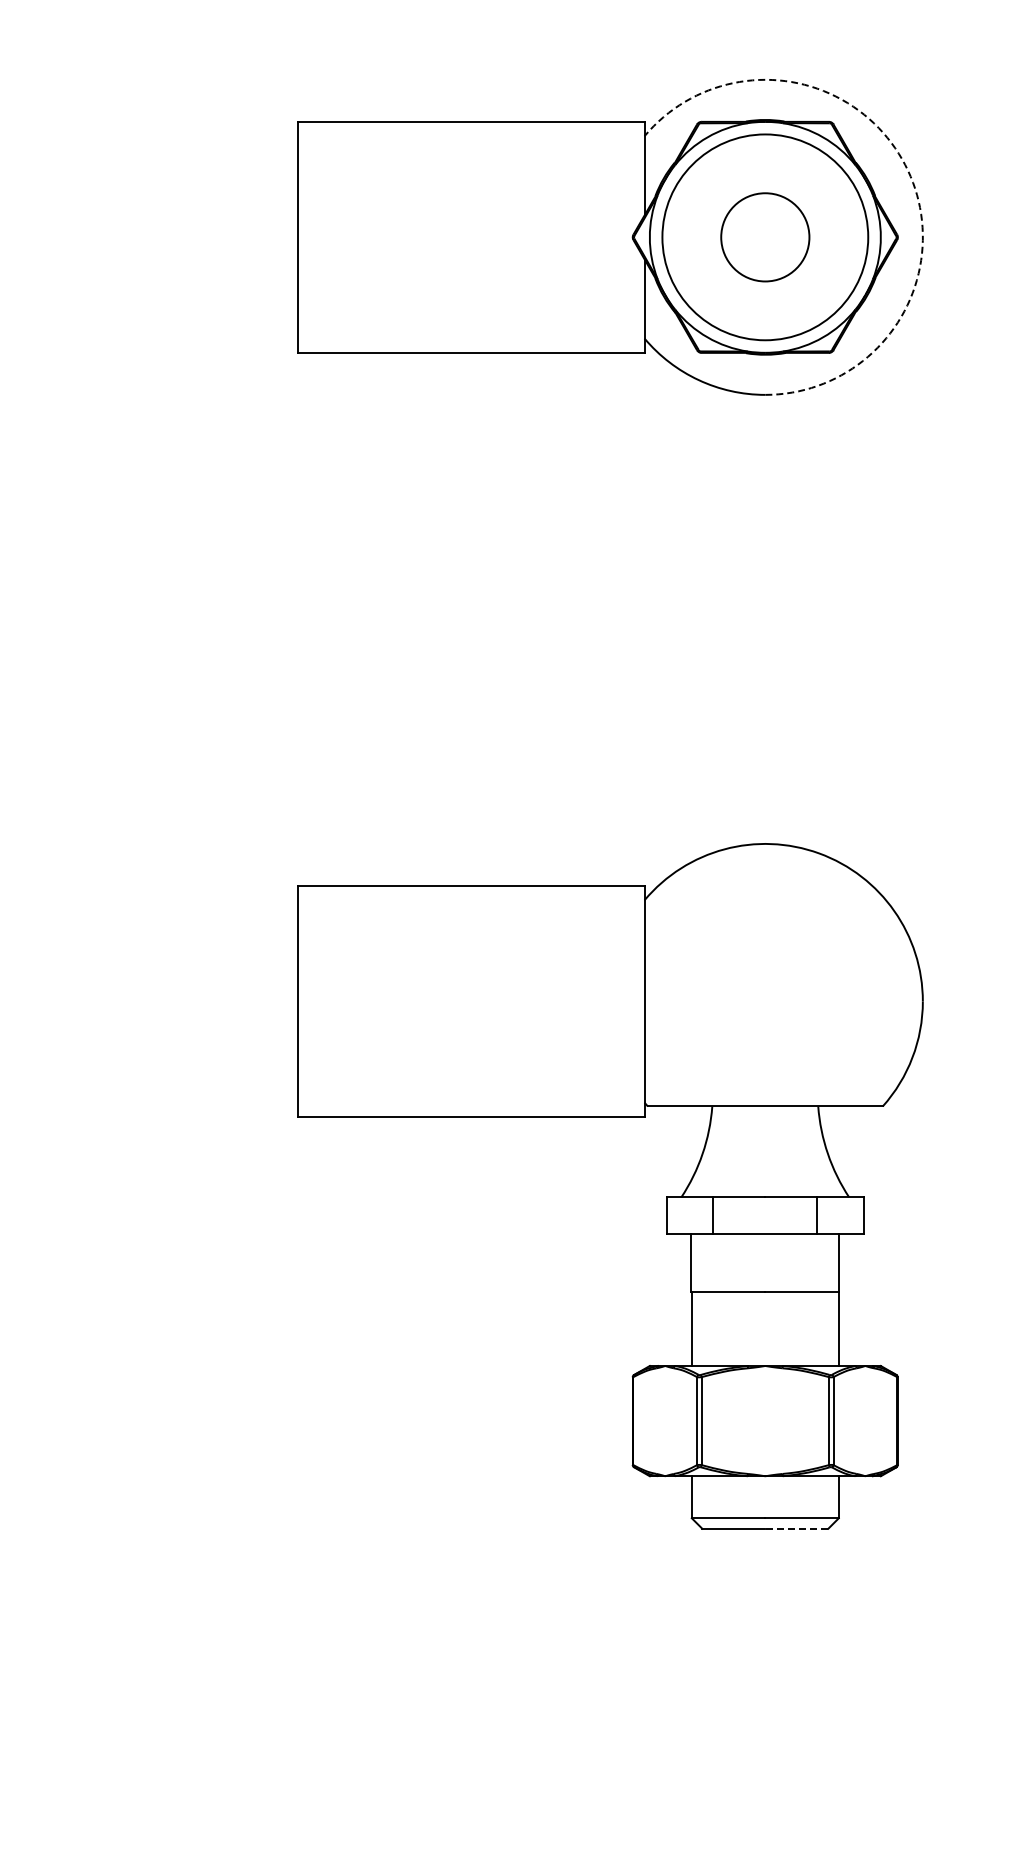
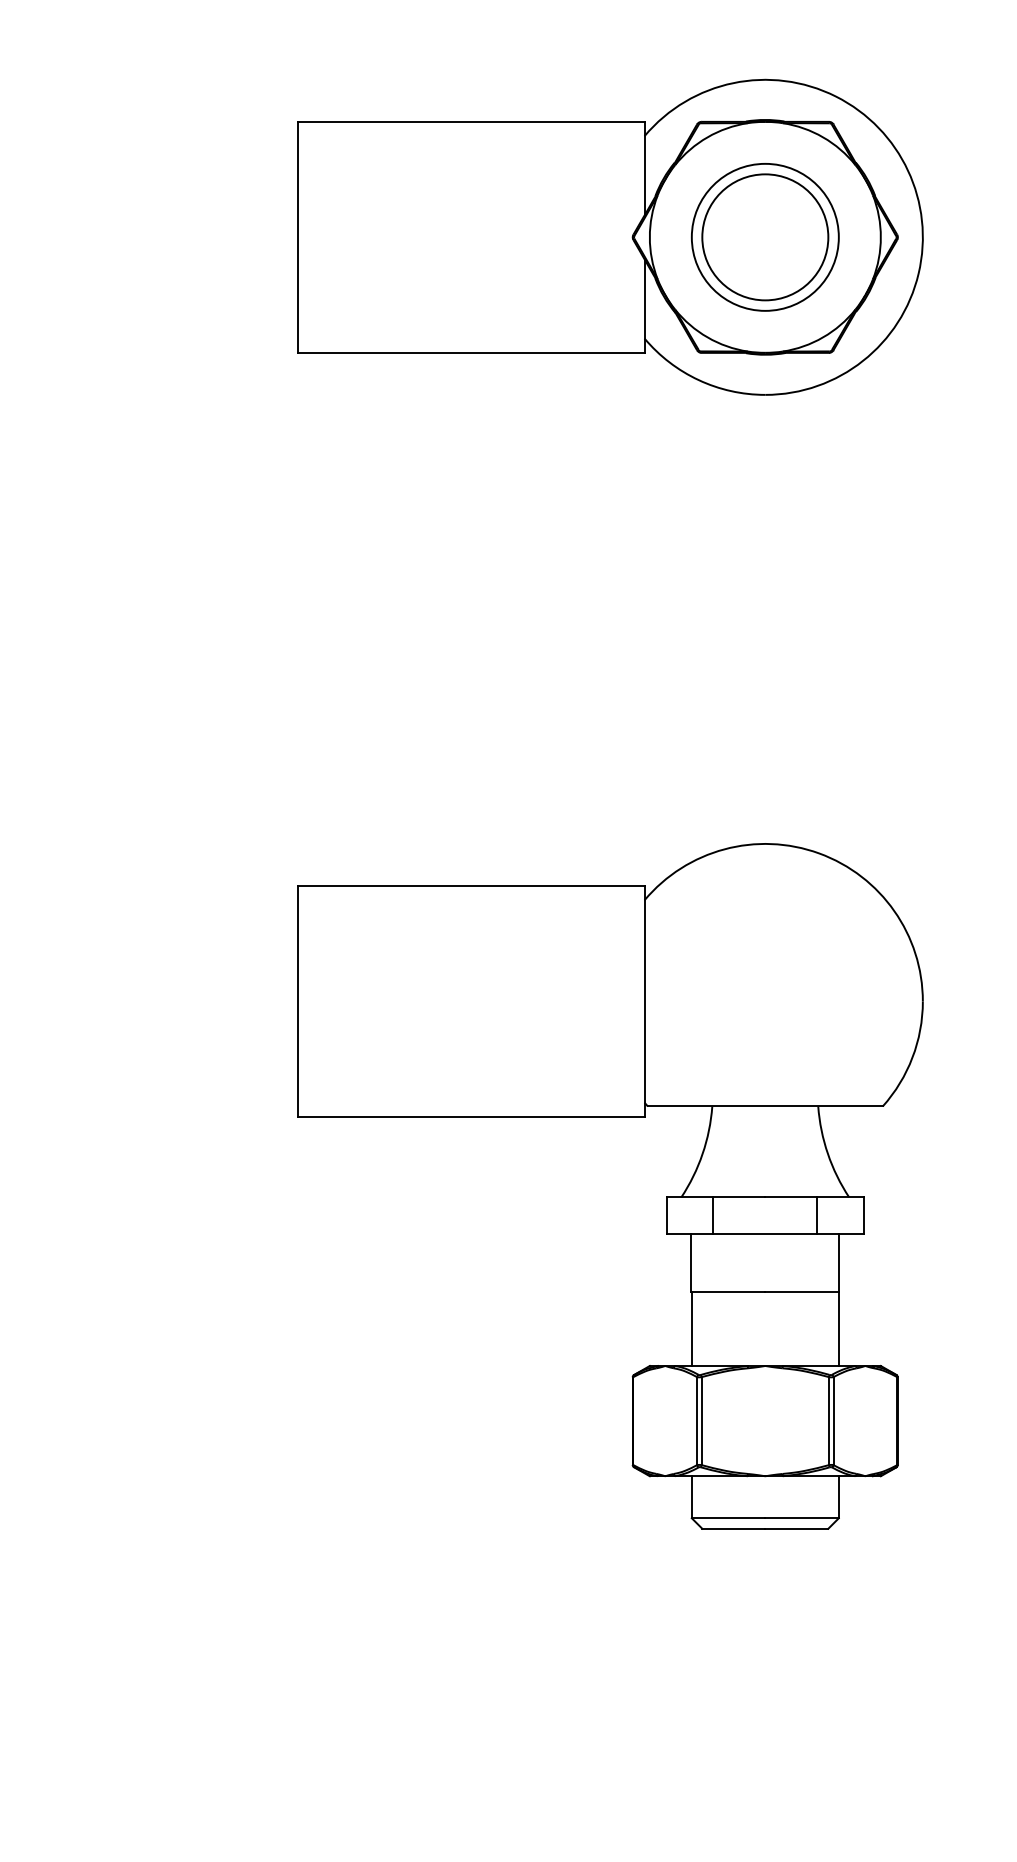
arc at (908, 170): dashed -> solid
circle at (765, 237) diameter: 206 px -> 147 px
circle at (765, 237) diameter: 88 px -> 126 px
line at (796, 1528): dashed -> solid
